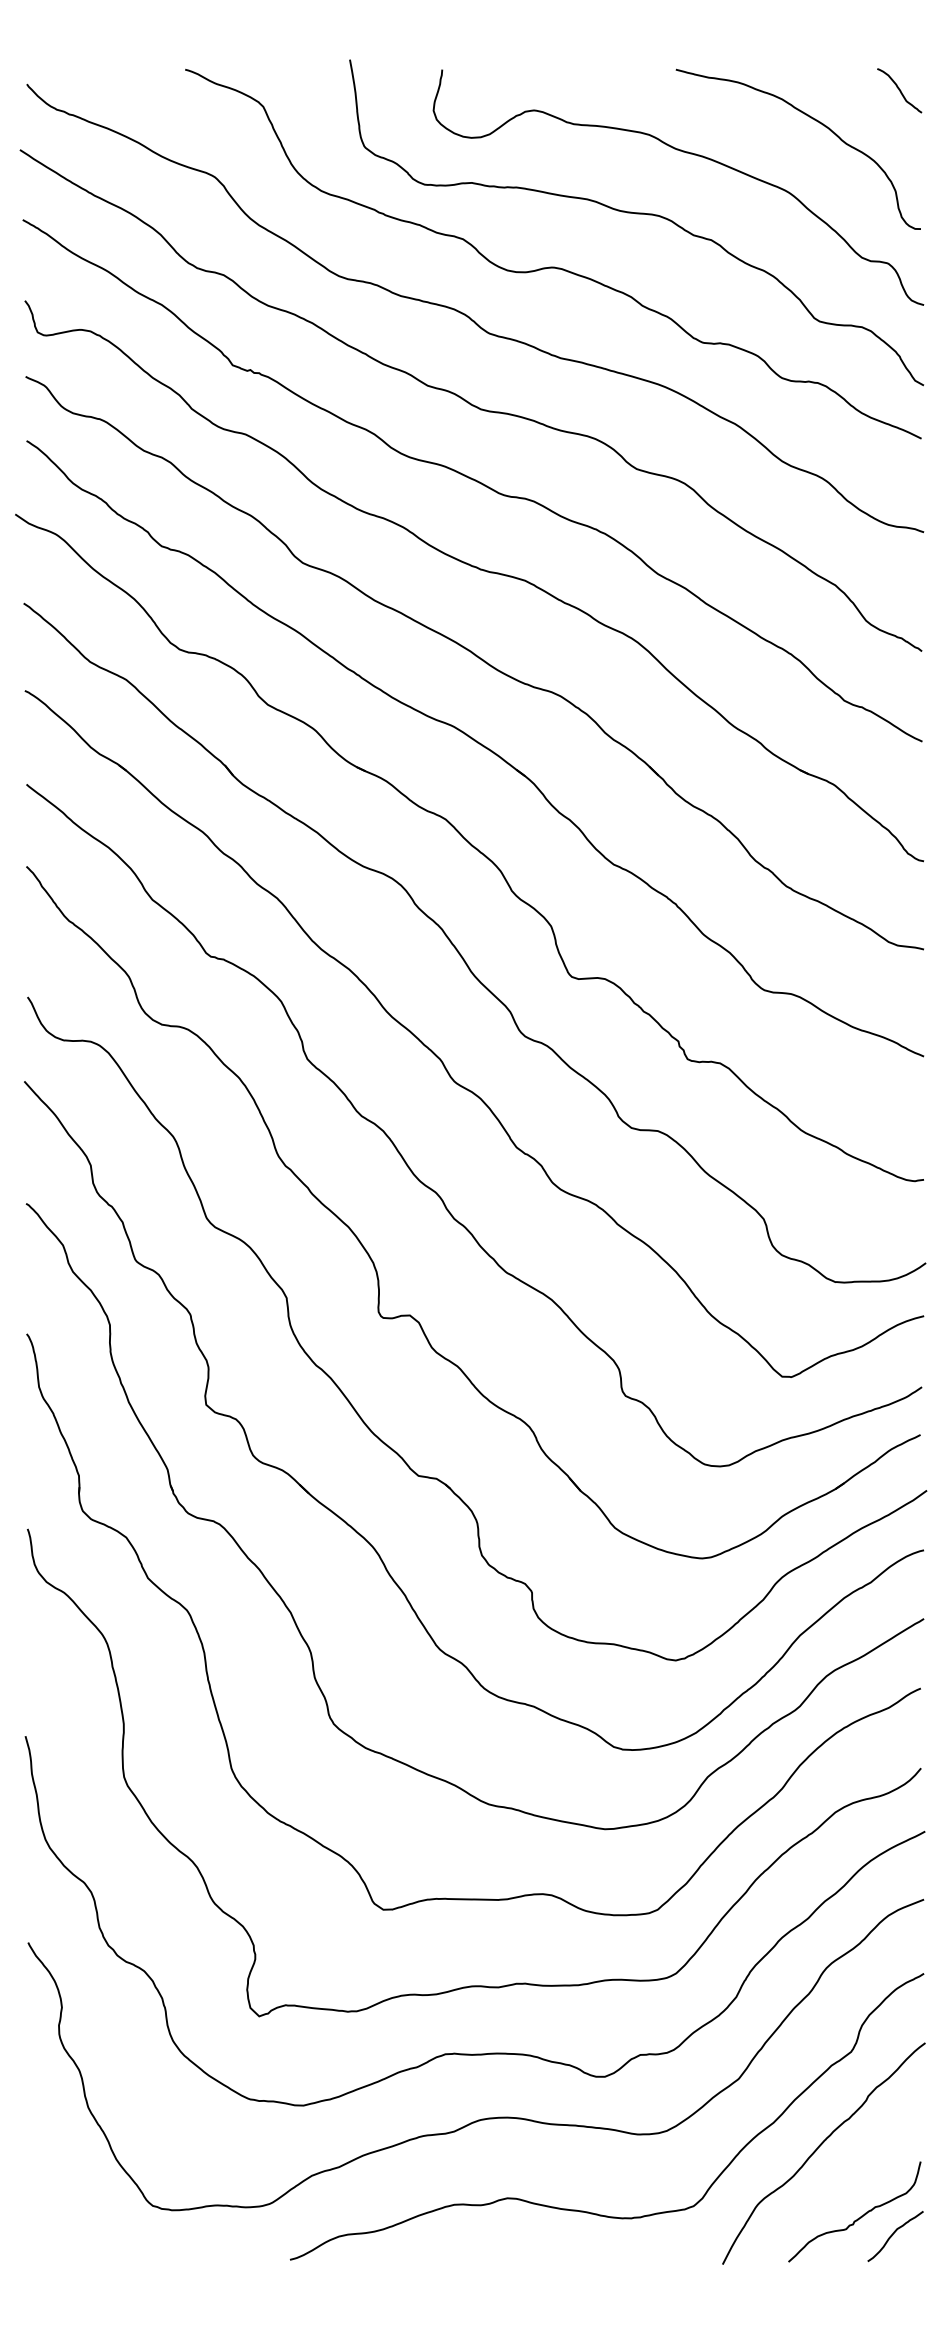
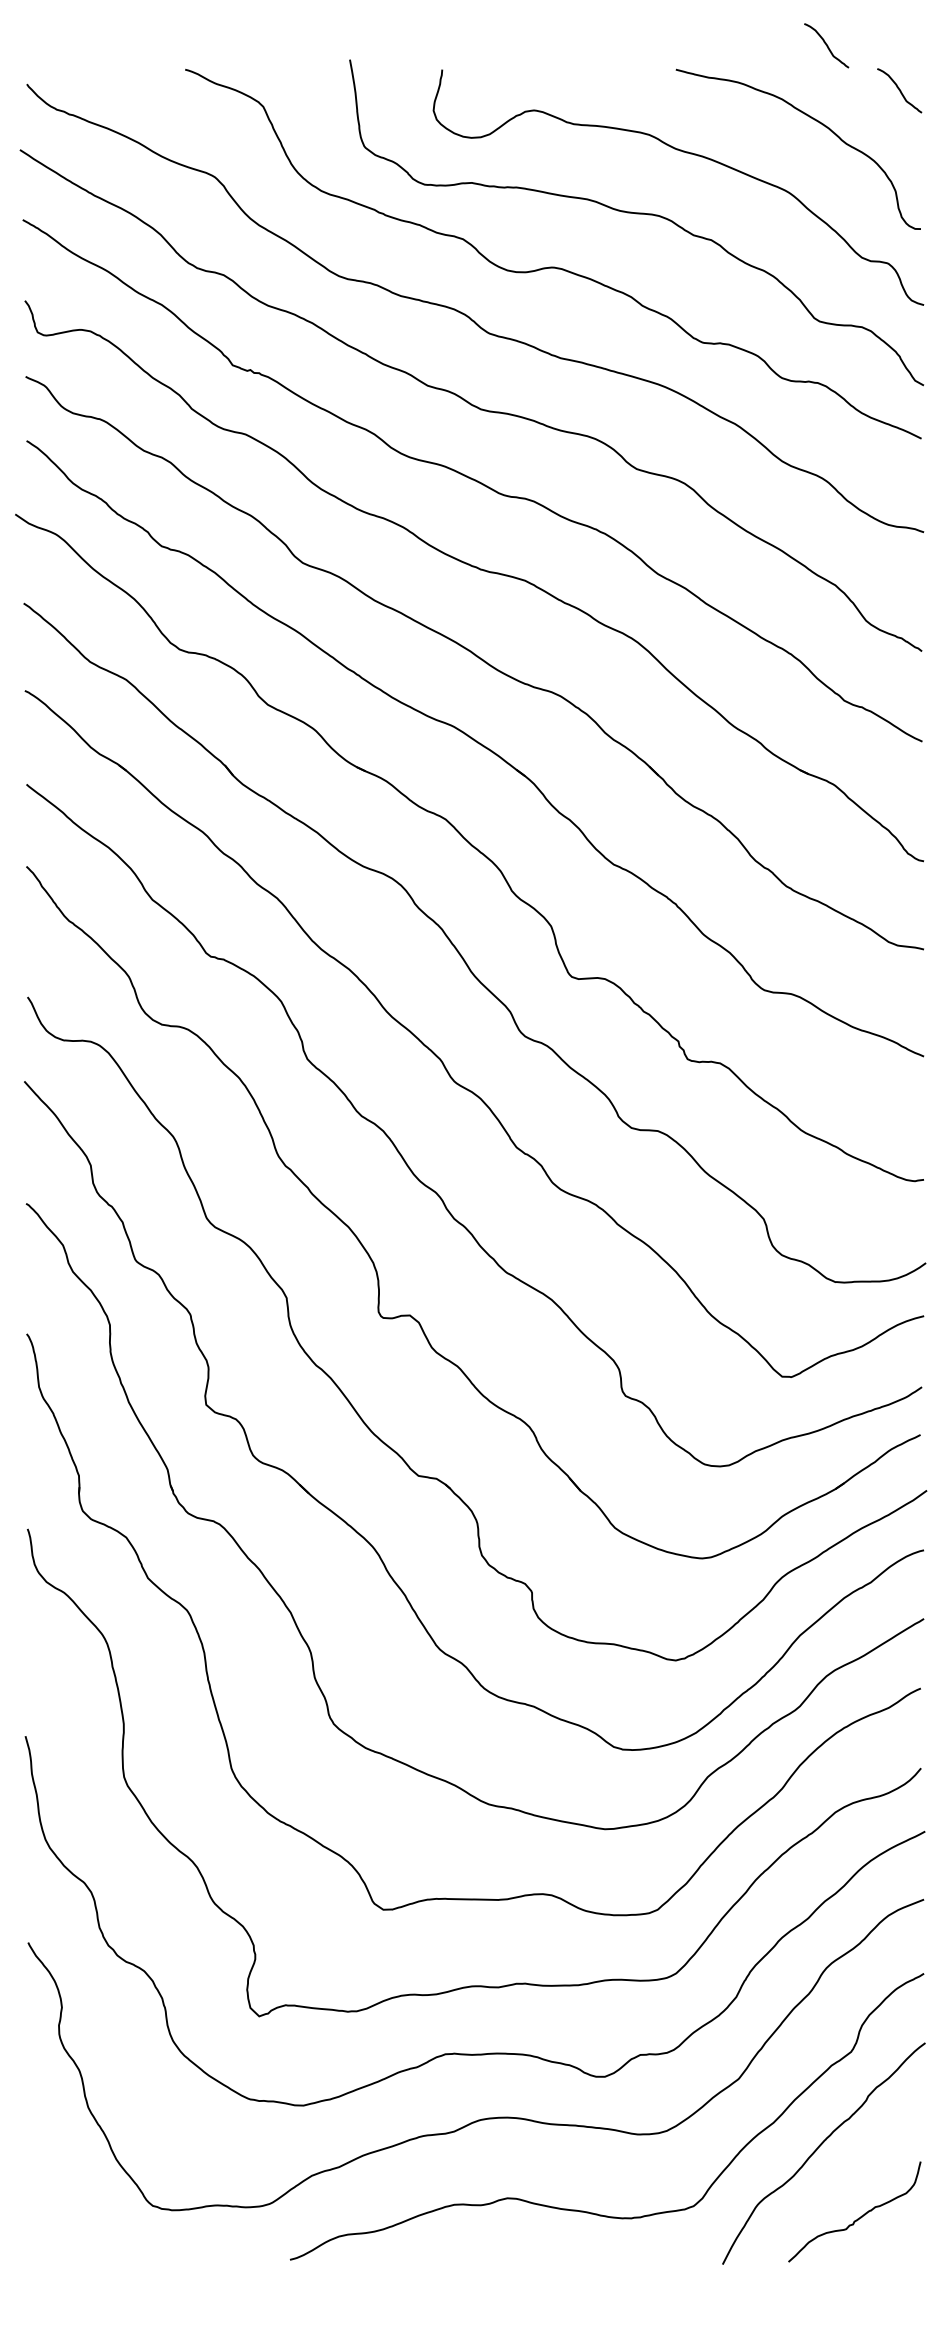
curve at (826, 45): none -> present
curve at (893, 2234): present -> none
